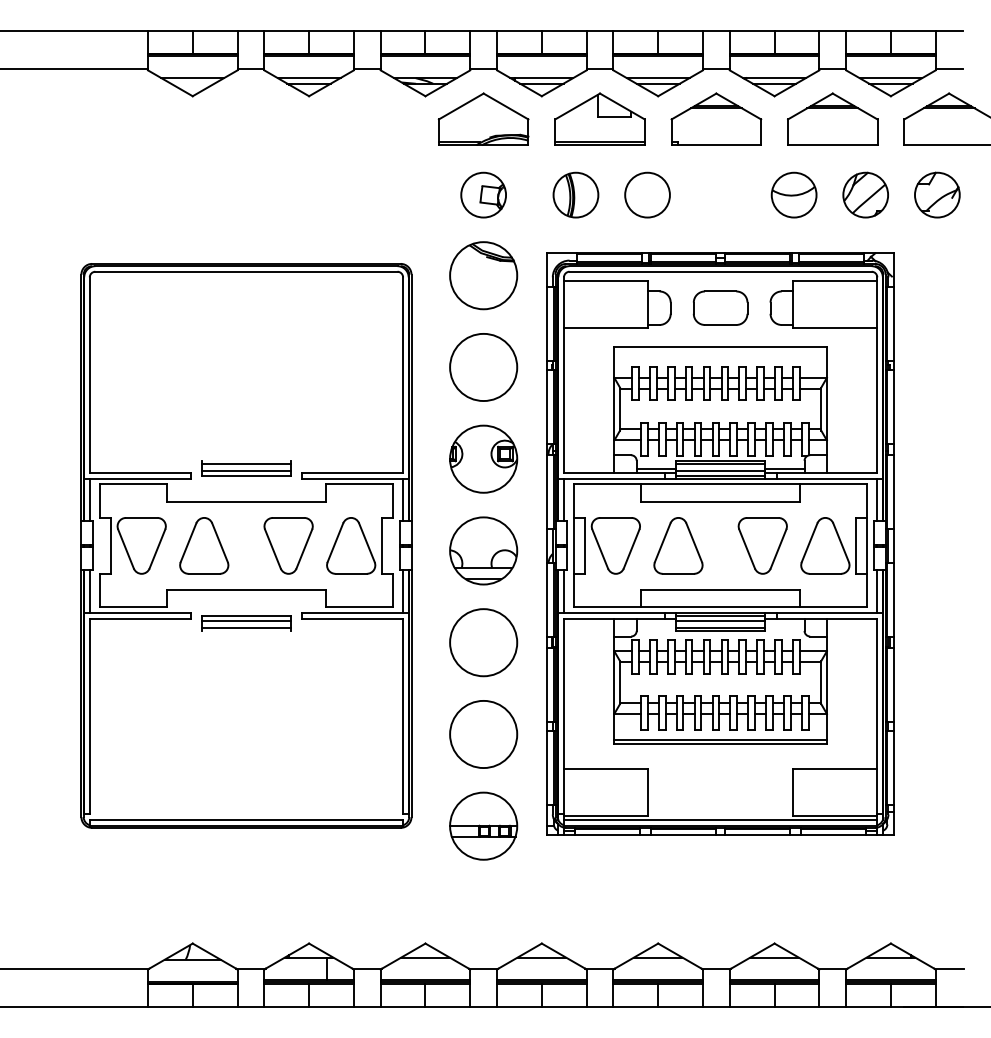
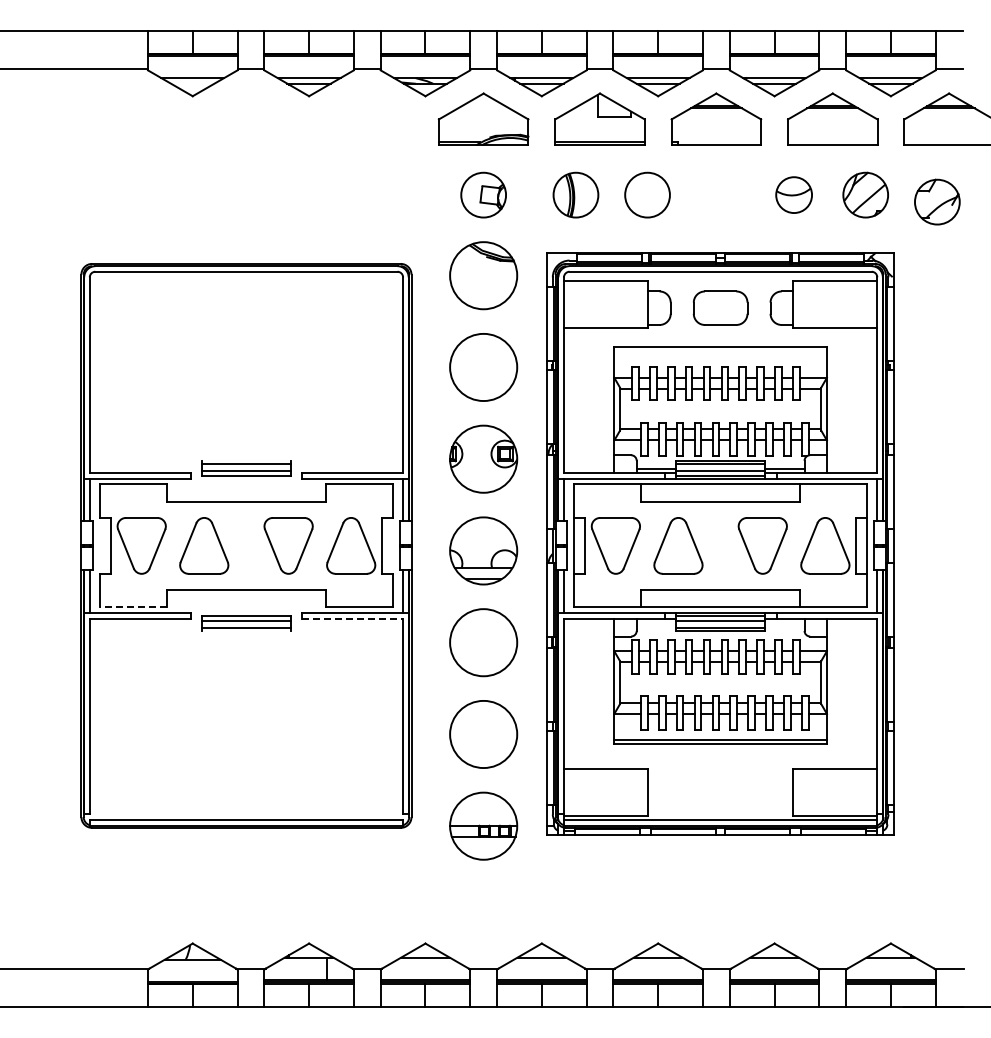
part at (793, 194) size: 48x48 px -> 38x38 px
part at (937, 194) position: (937, 194) -> (937, 201)
line at (133, 607): solid -> dashed
line at (353, 618): solid -> dashed
